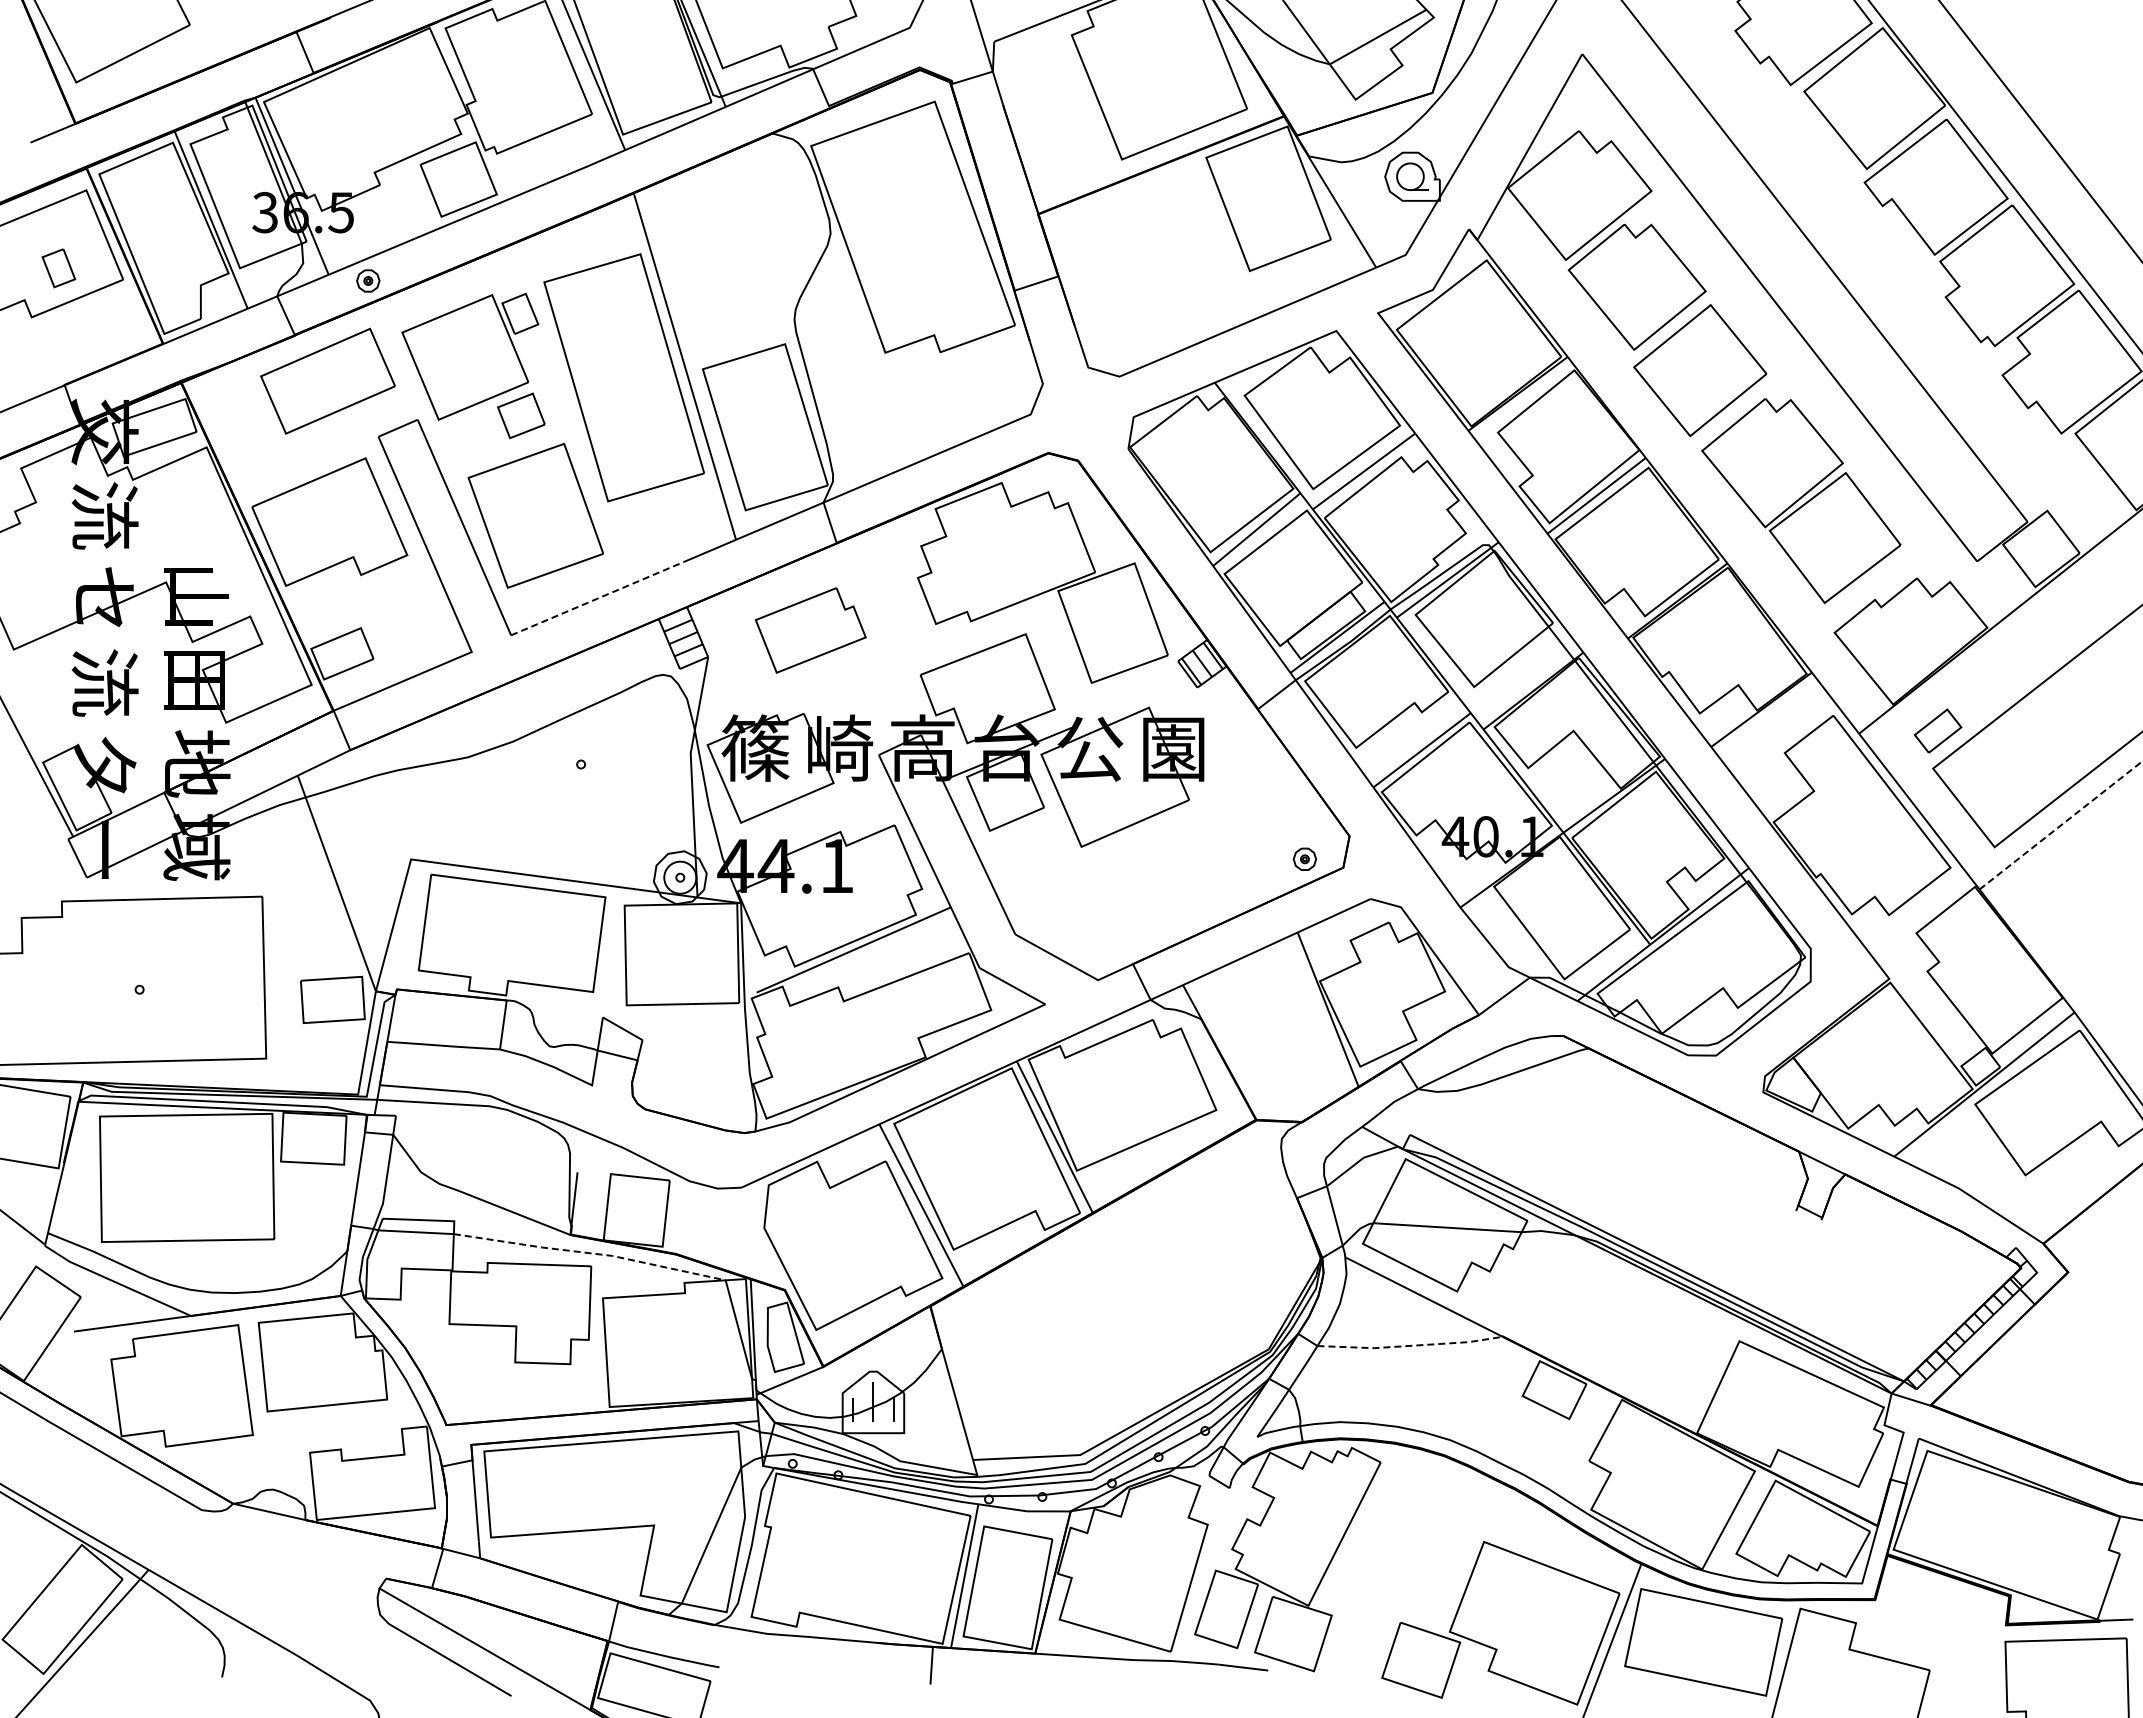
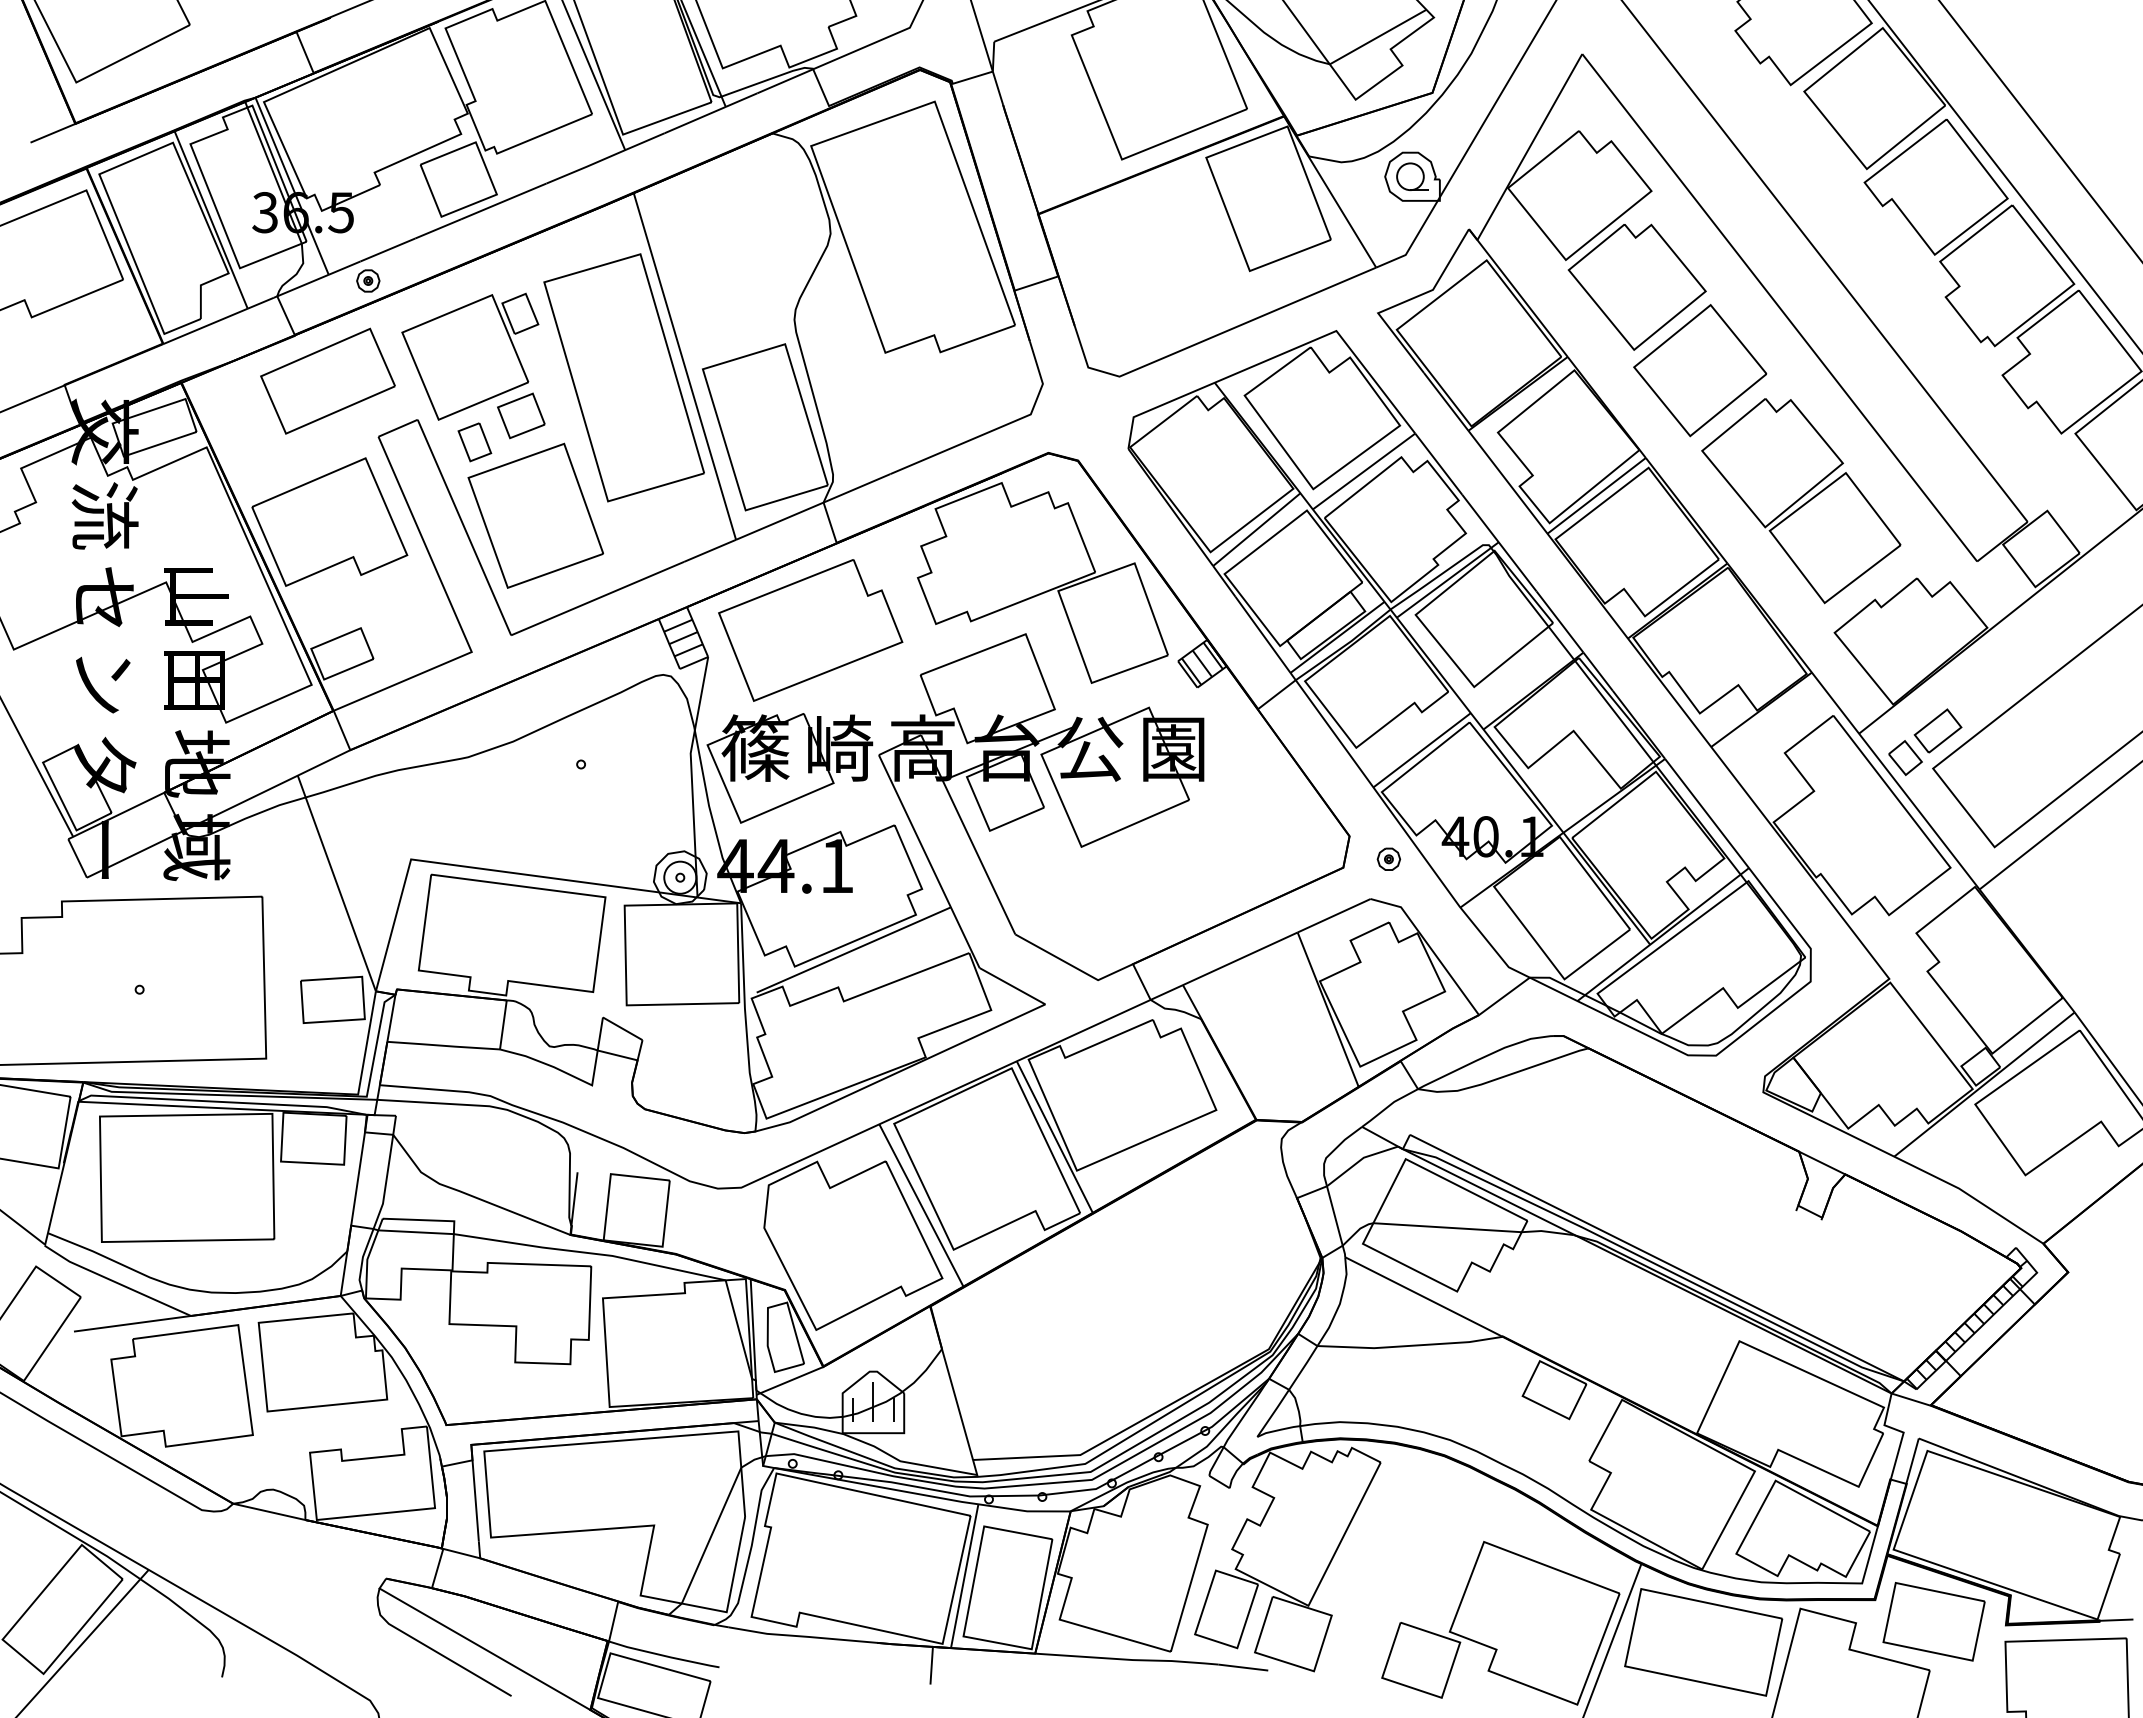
part at (58, 268) position: (58, 268) -> (474, 442)
line at (597, 598): dashed -> solid
part at (810, 630) size: 113x87 px -> 186x143 px
text at (104, 682): 流 -> ン
part at (1905, 757): none -> present
line at (2061, 825): dashed -> solid
part at (1304, 858) position: (1304, 858) -> (1388, 858)
line at (590, 1253): dashed -> solid
line at (1410, 1345): dashed -> solid
part at (1933, 1621): none -> present
